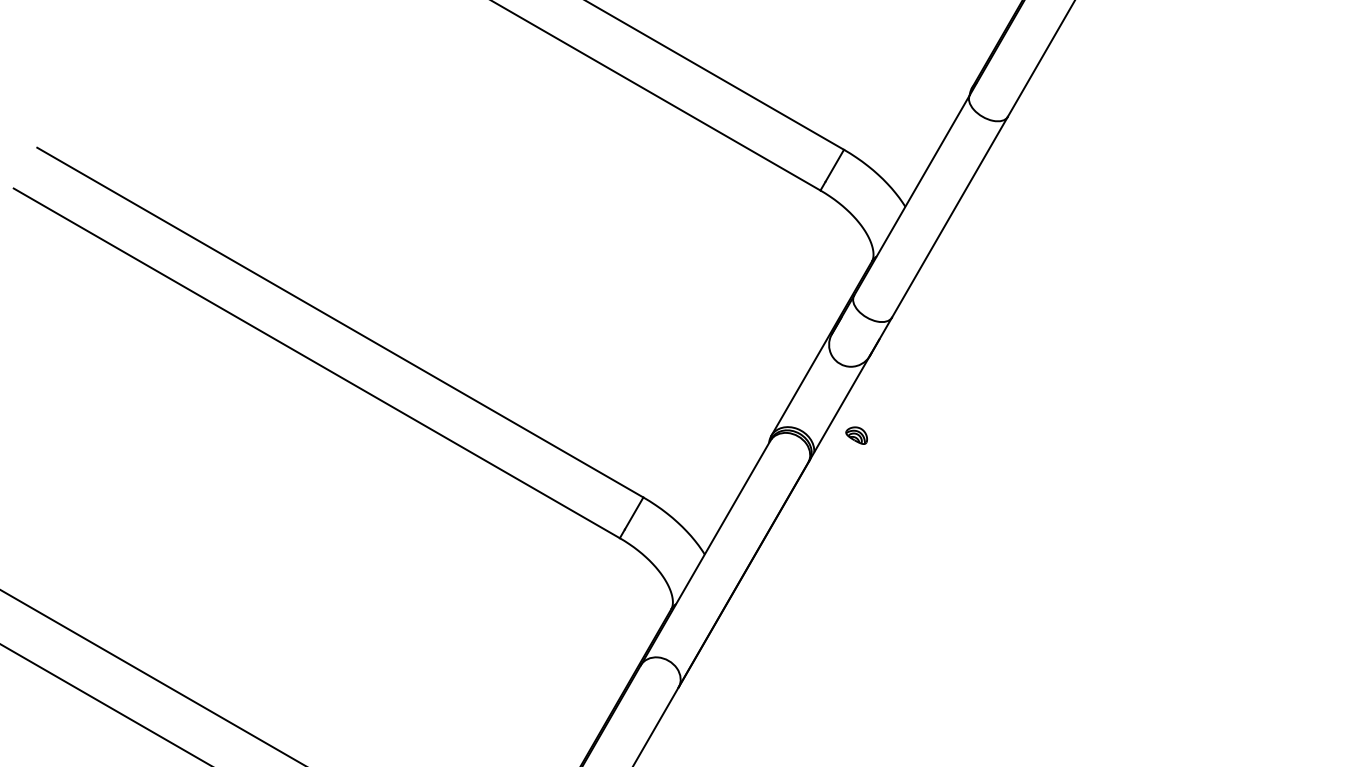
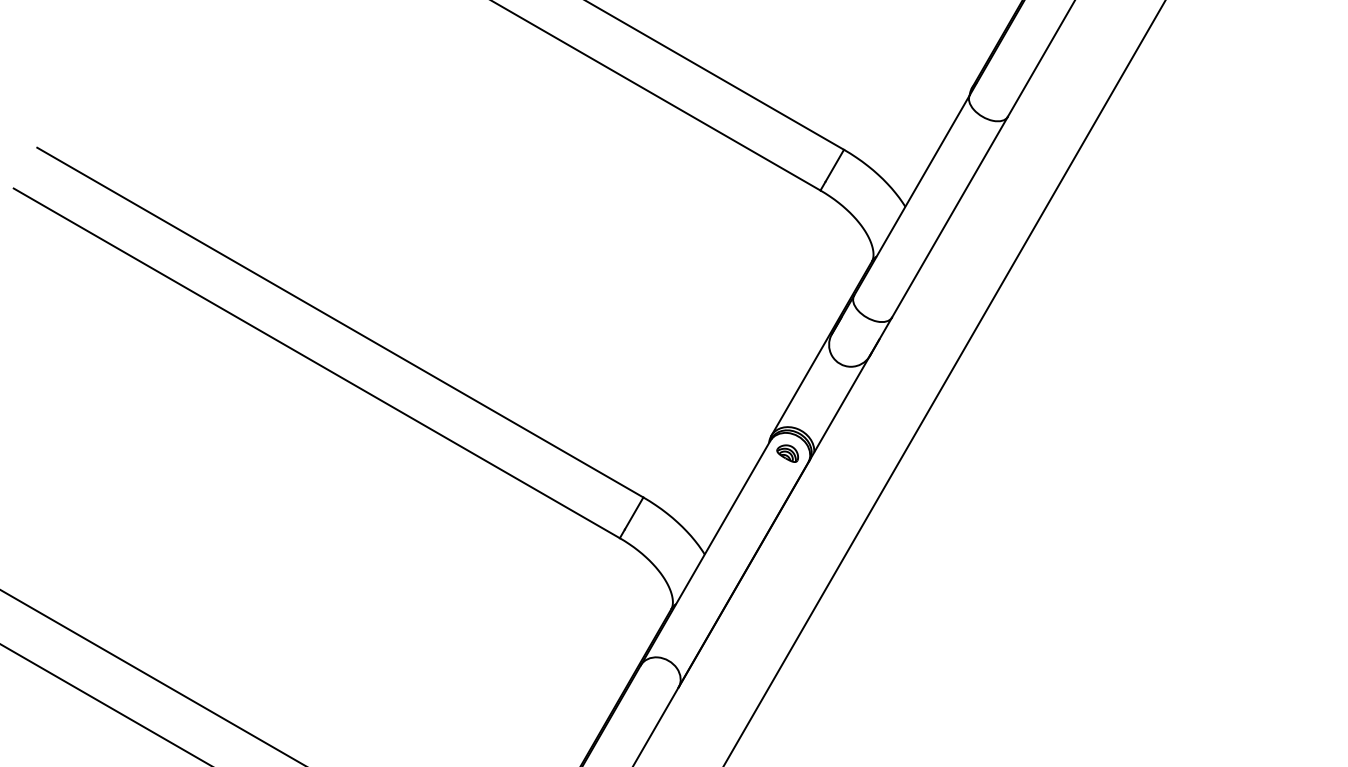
line at (944, 382): none -> present
part at (856, 435) position: (856, 435) -> (787, 453)
